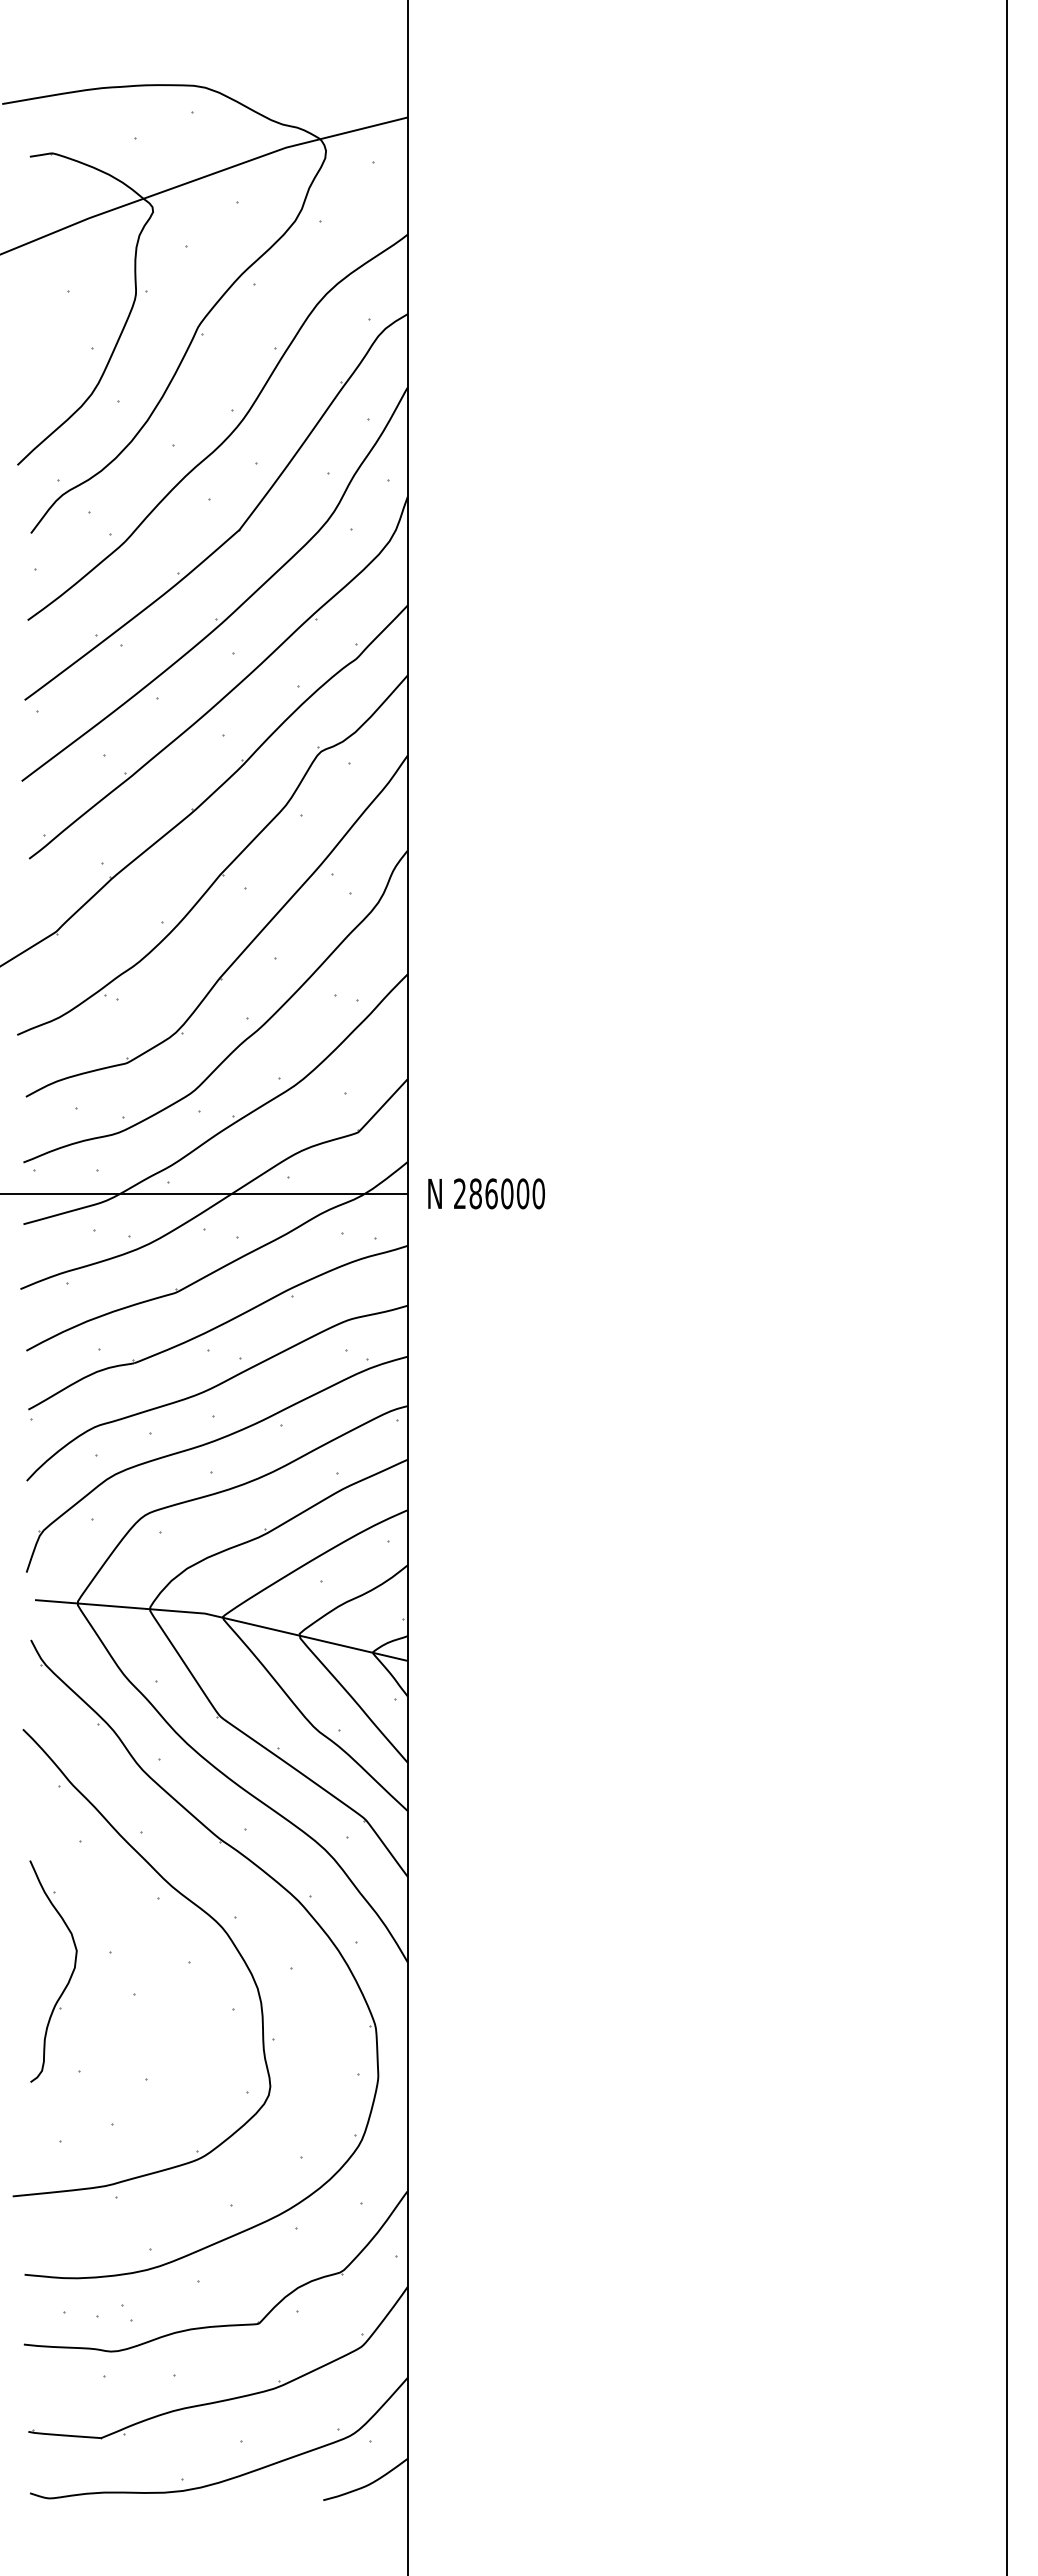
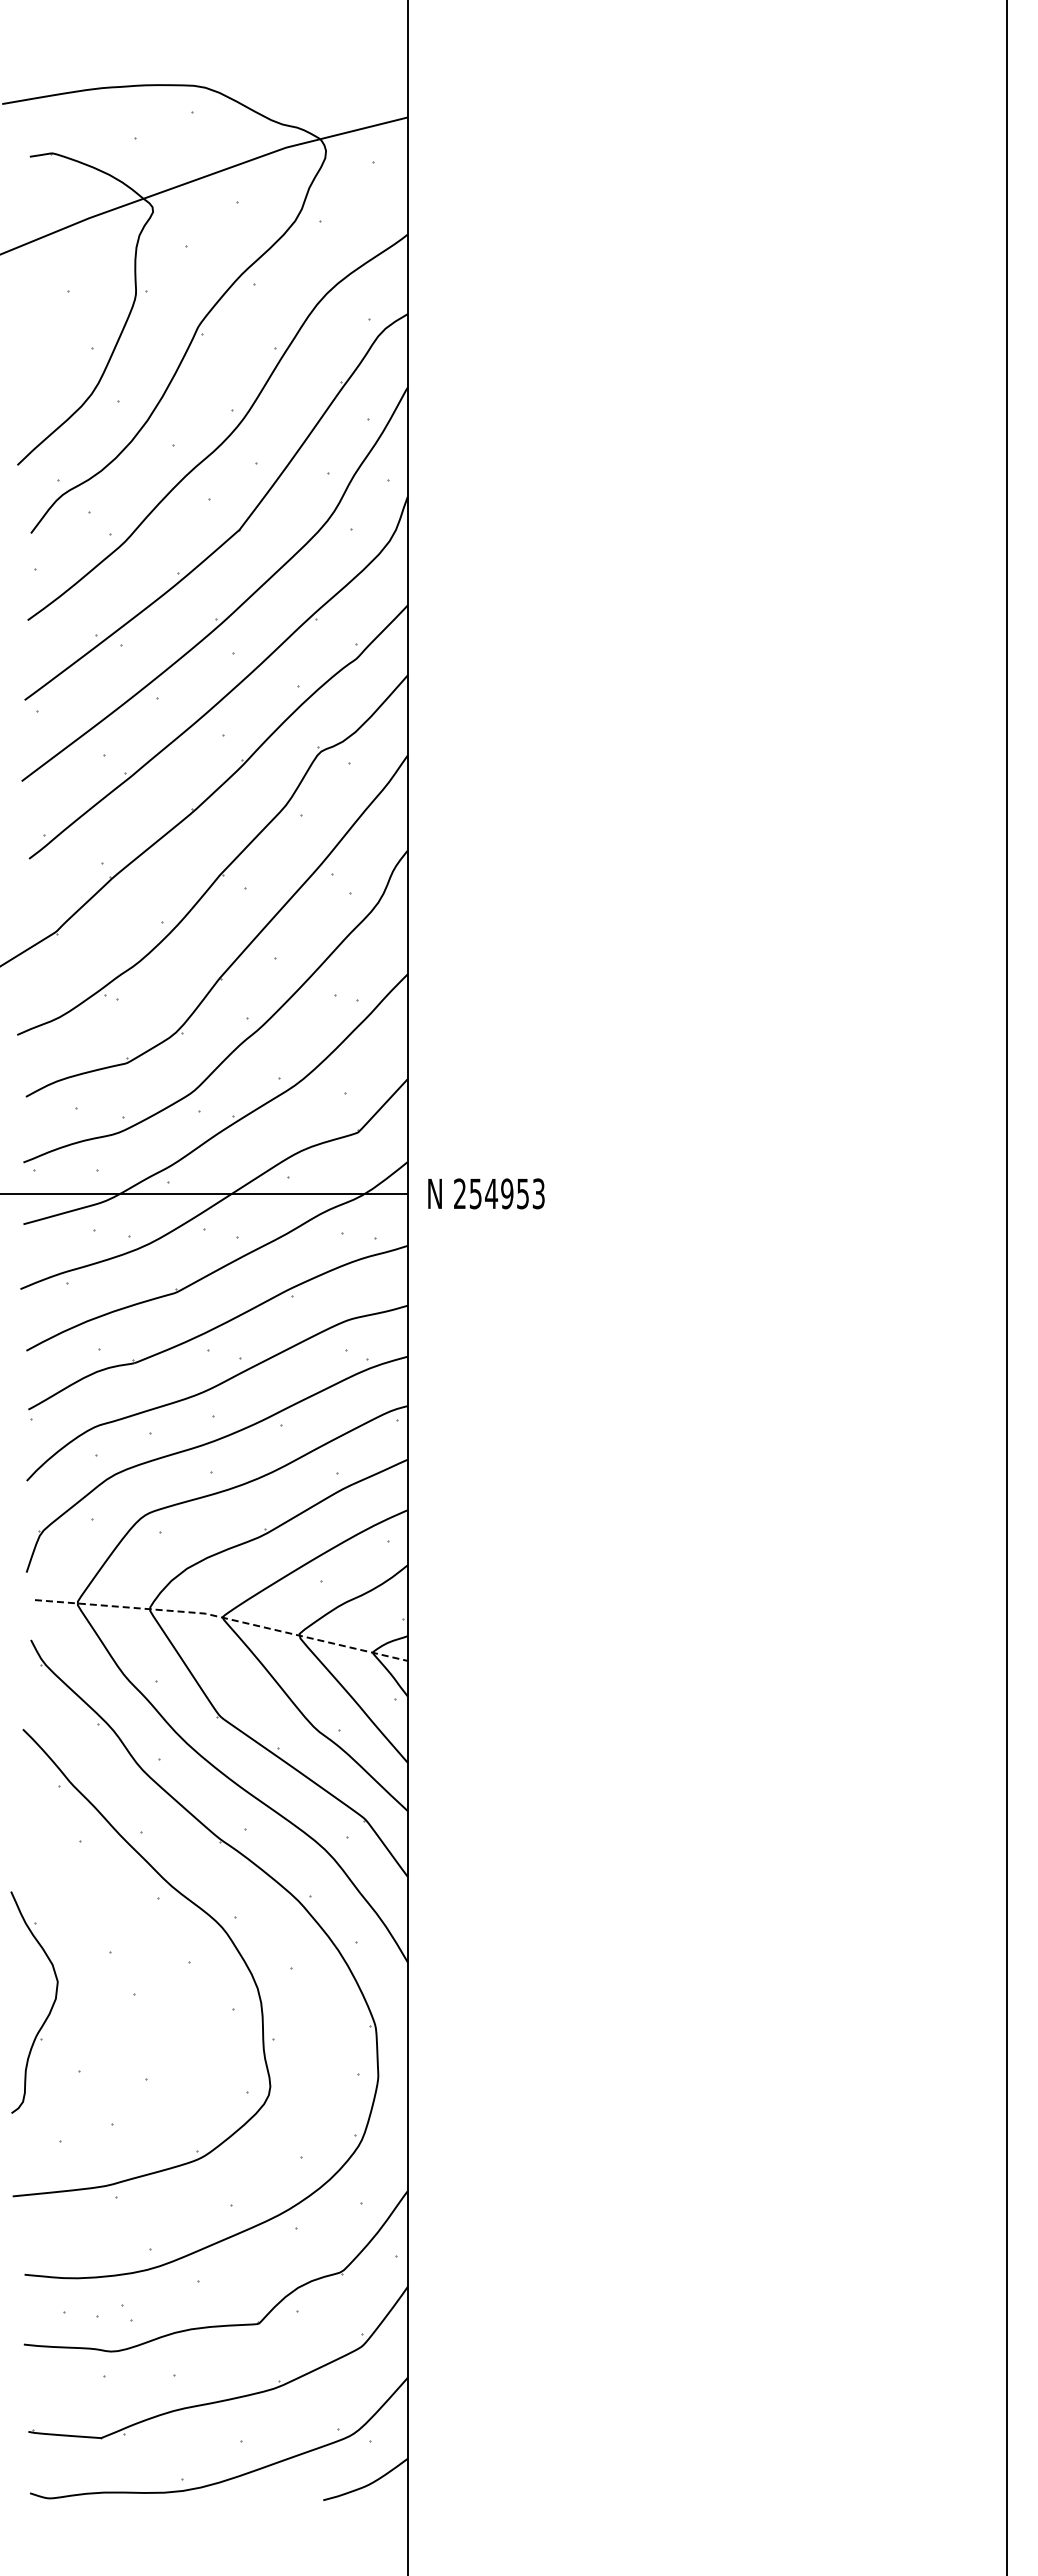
text at (506, 1193): 286000 -> 254953
line at (223, 1617): solid -> dashed
part at (69, 1977) position: (69, 1977) -> (50, 2008)
